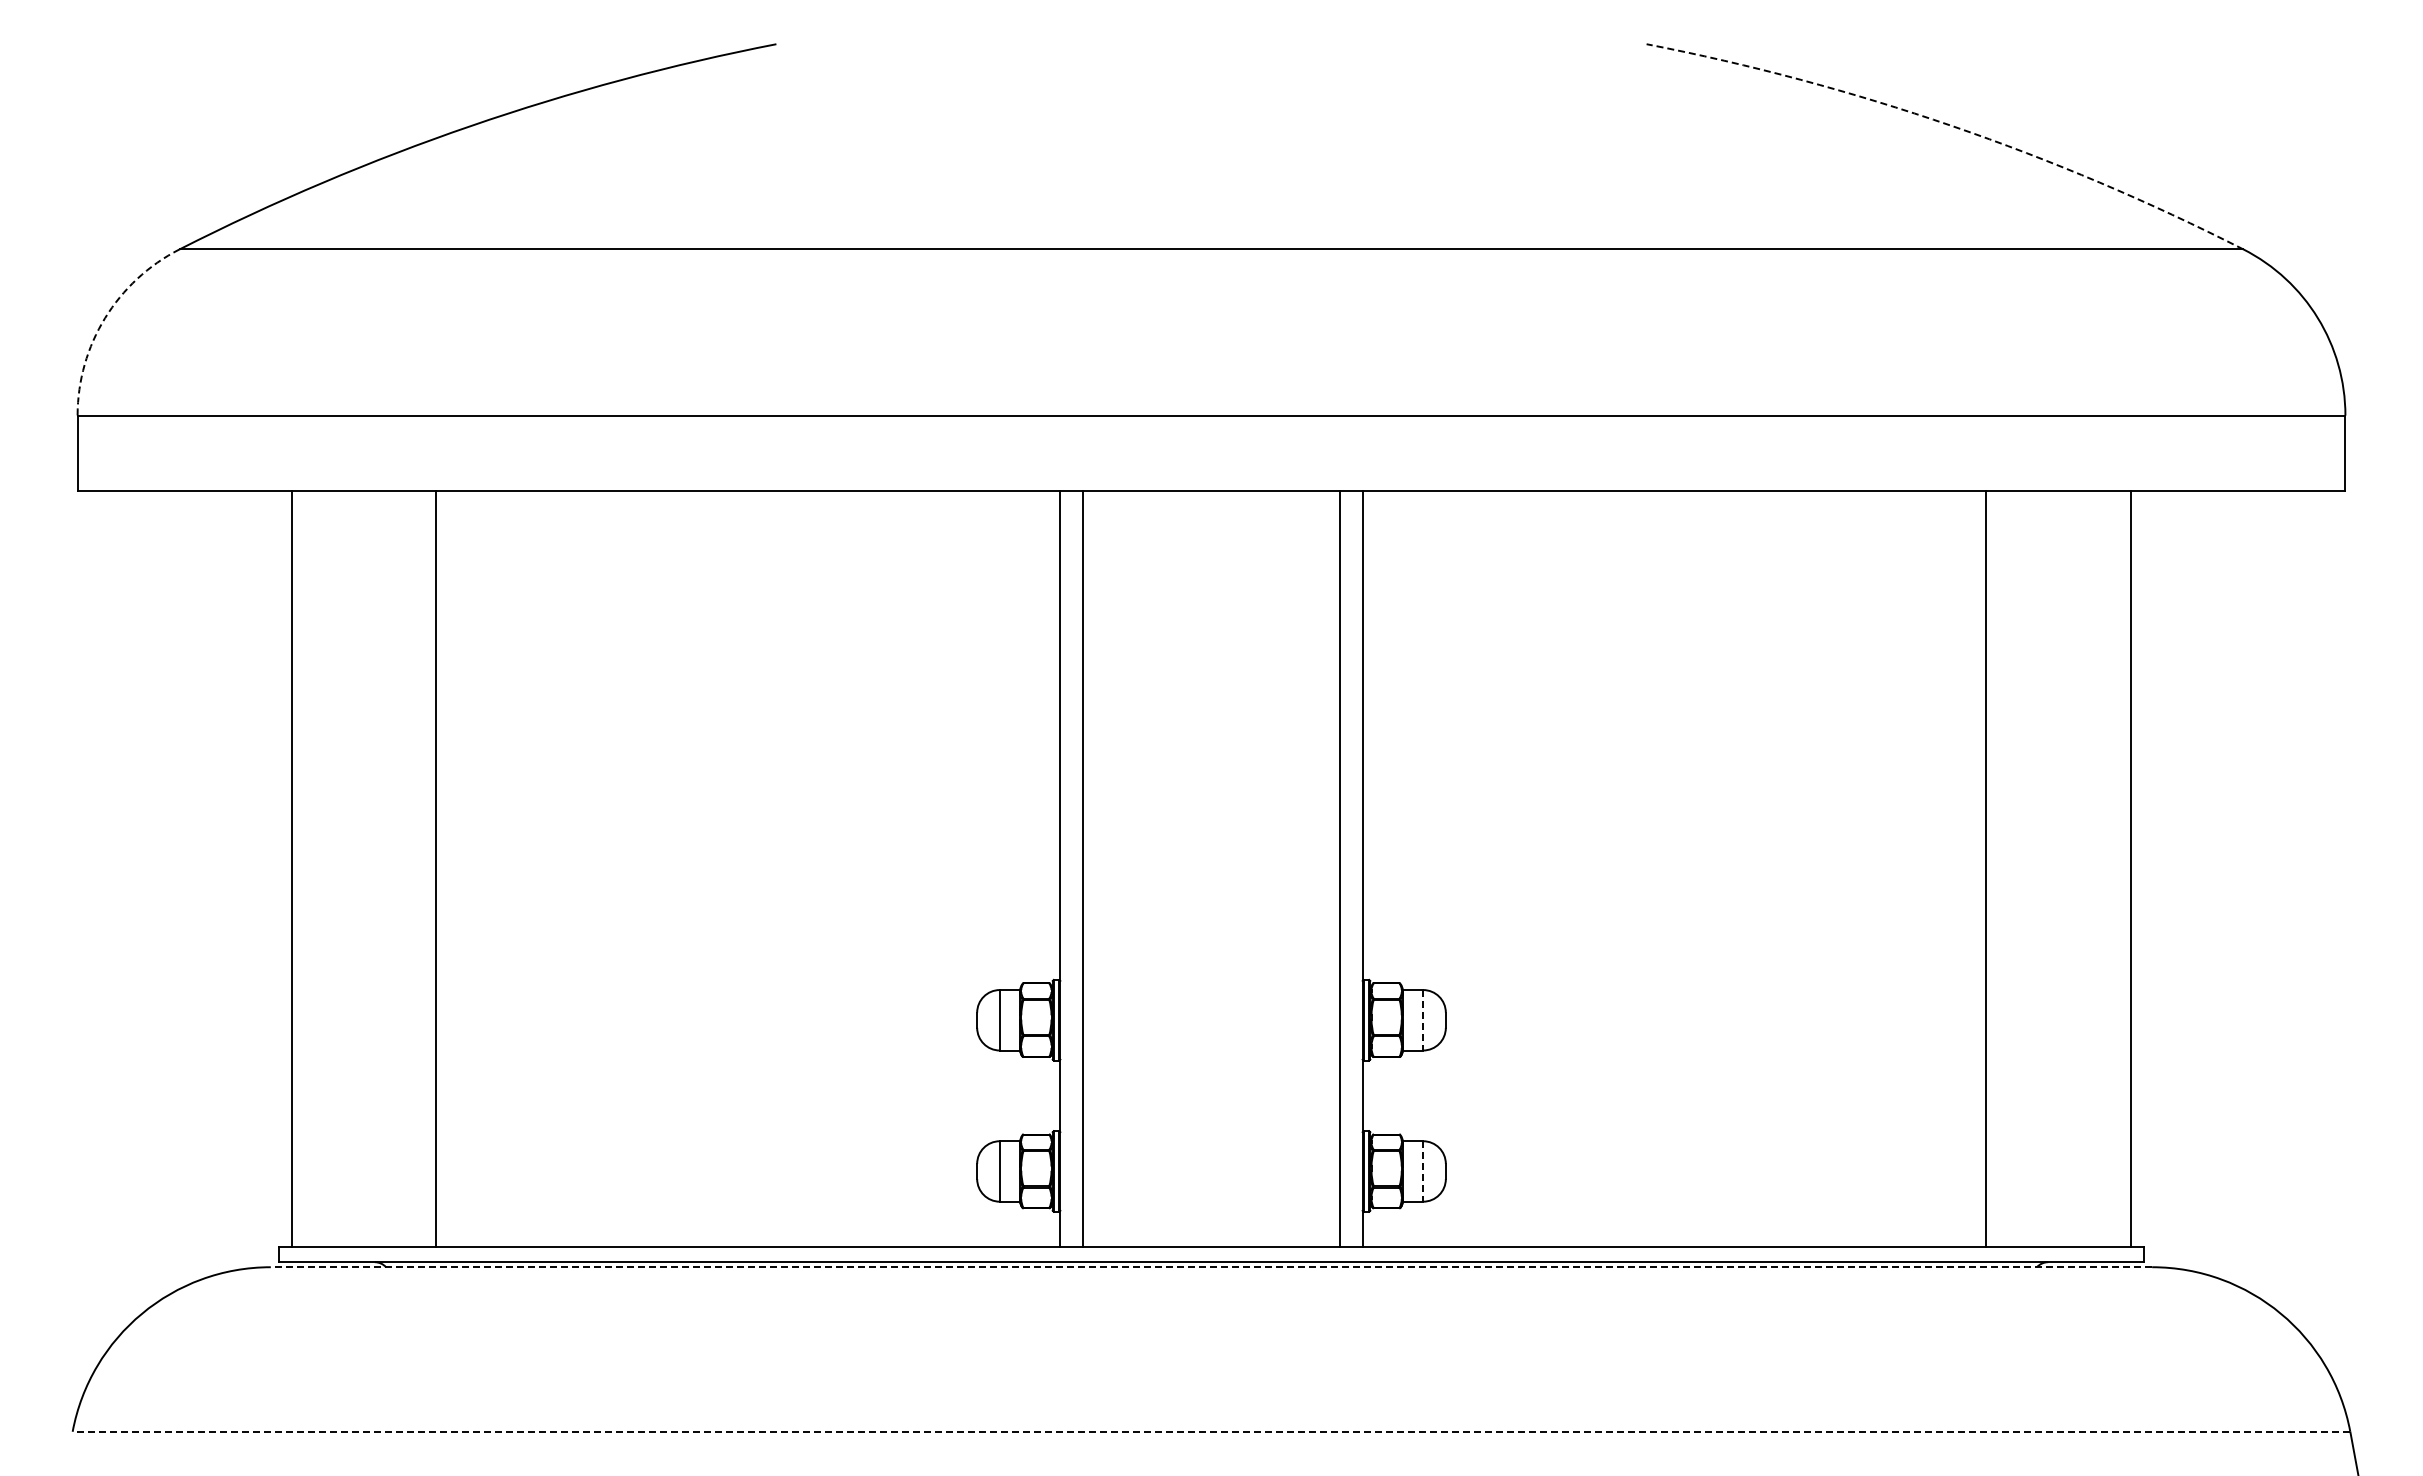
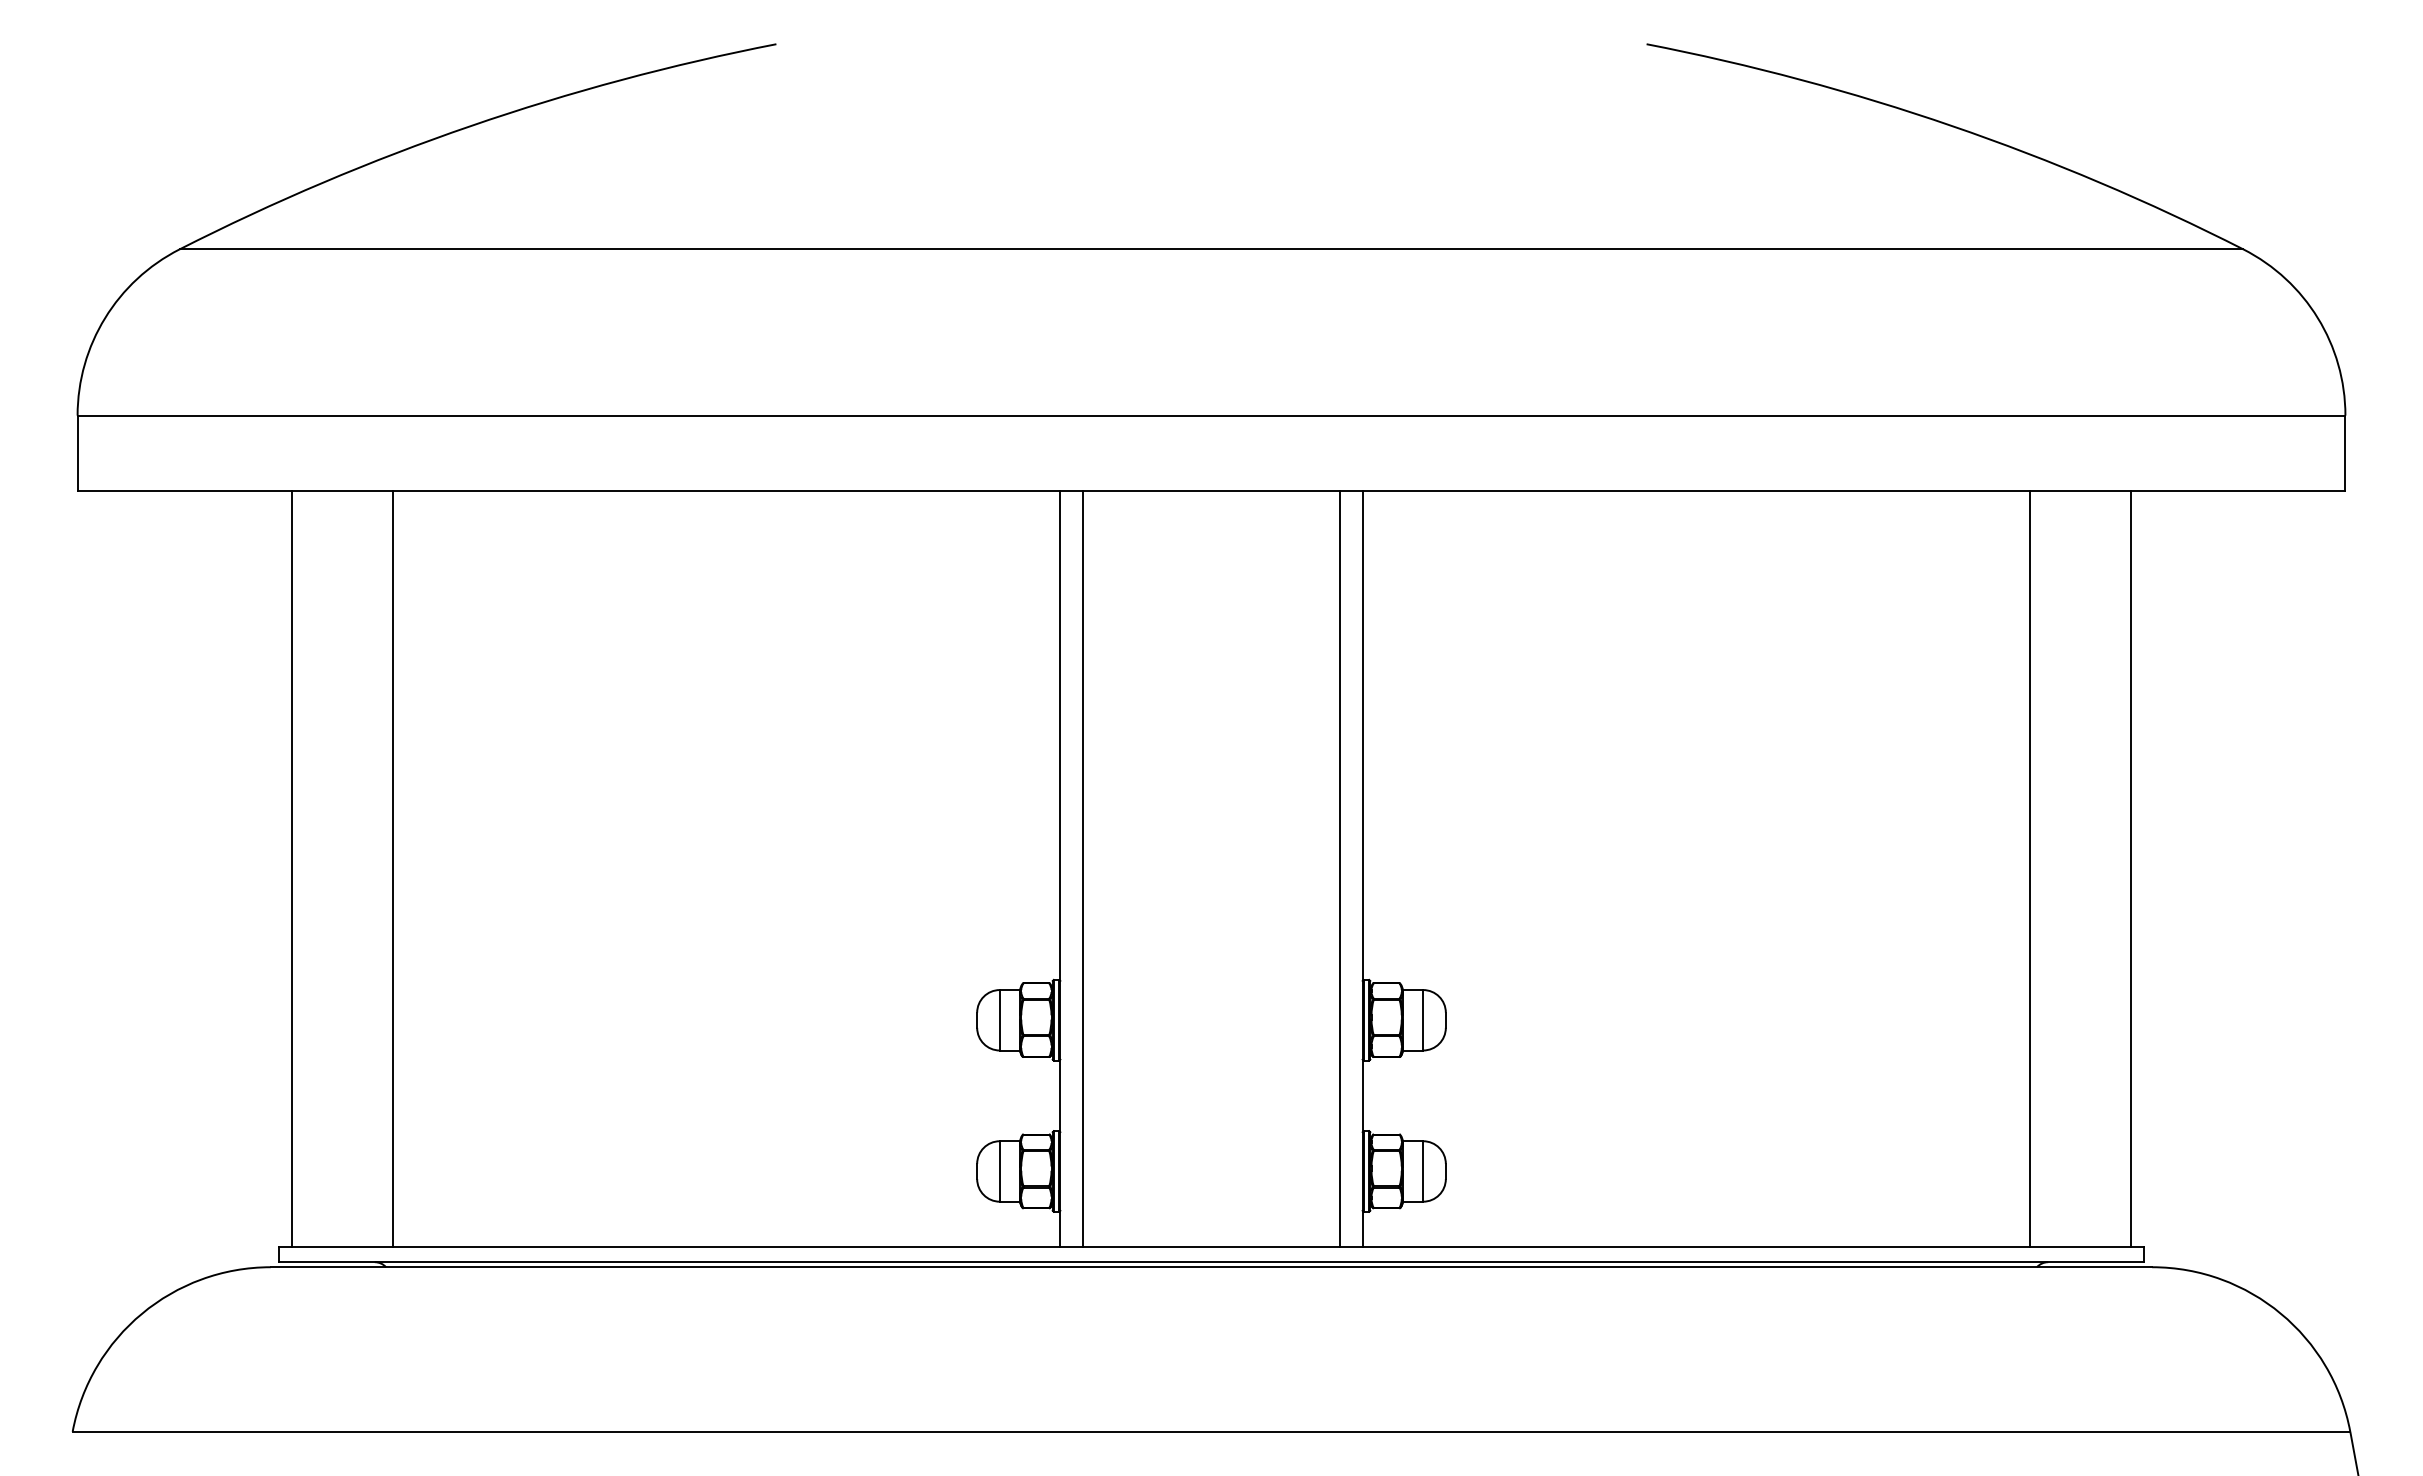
arc at (1952, 126): dashed -> solid
arc at (105, 318): dashed -> solid
line at (435, 869) position: (435, 869) -> (392, 869)
line at (1986, 869) position: (1986, 869) -> (2030, 869)
line at (1423, 1020): dashed -> solid
line at (1423, 1171): dashed -> solid
line at (1211, 1267): dashed -> solid
line at (1211, 1431): dashed -> solid
